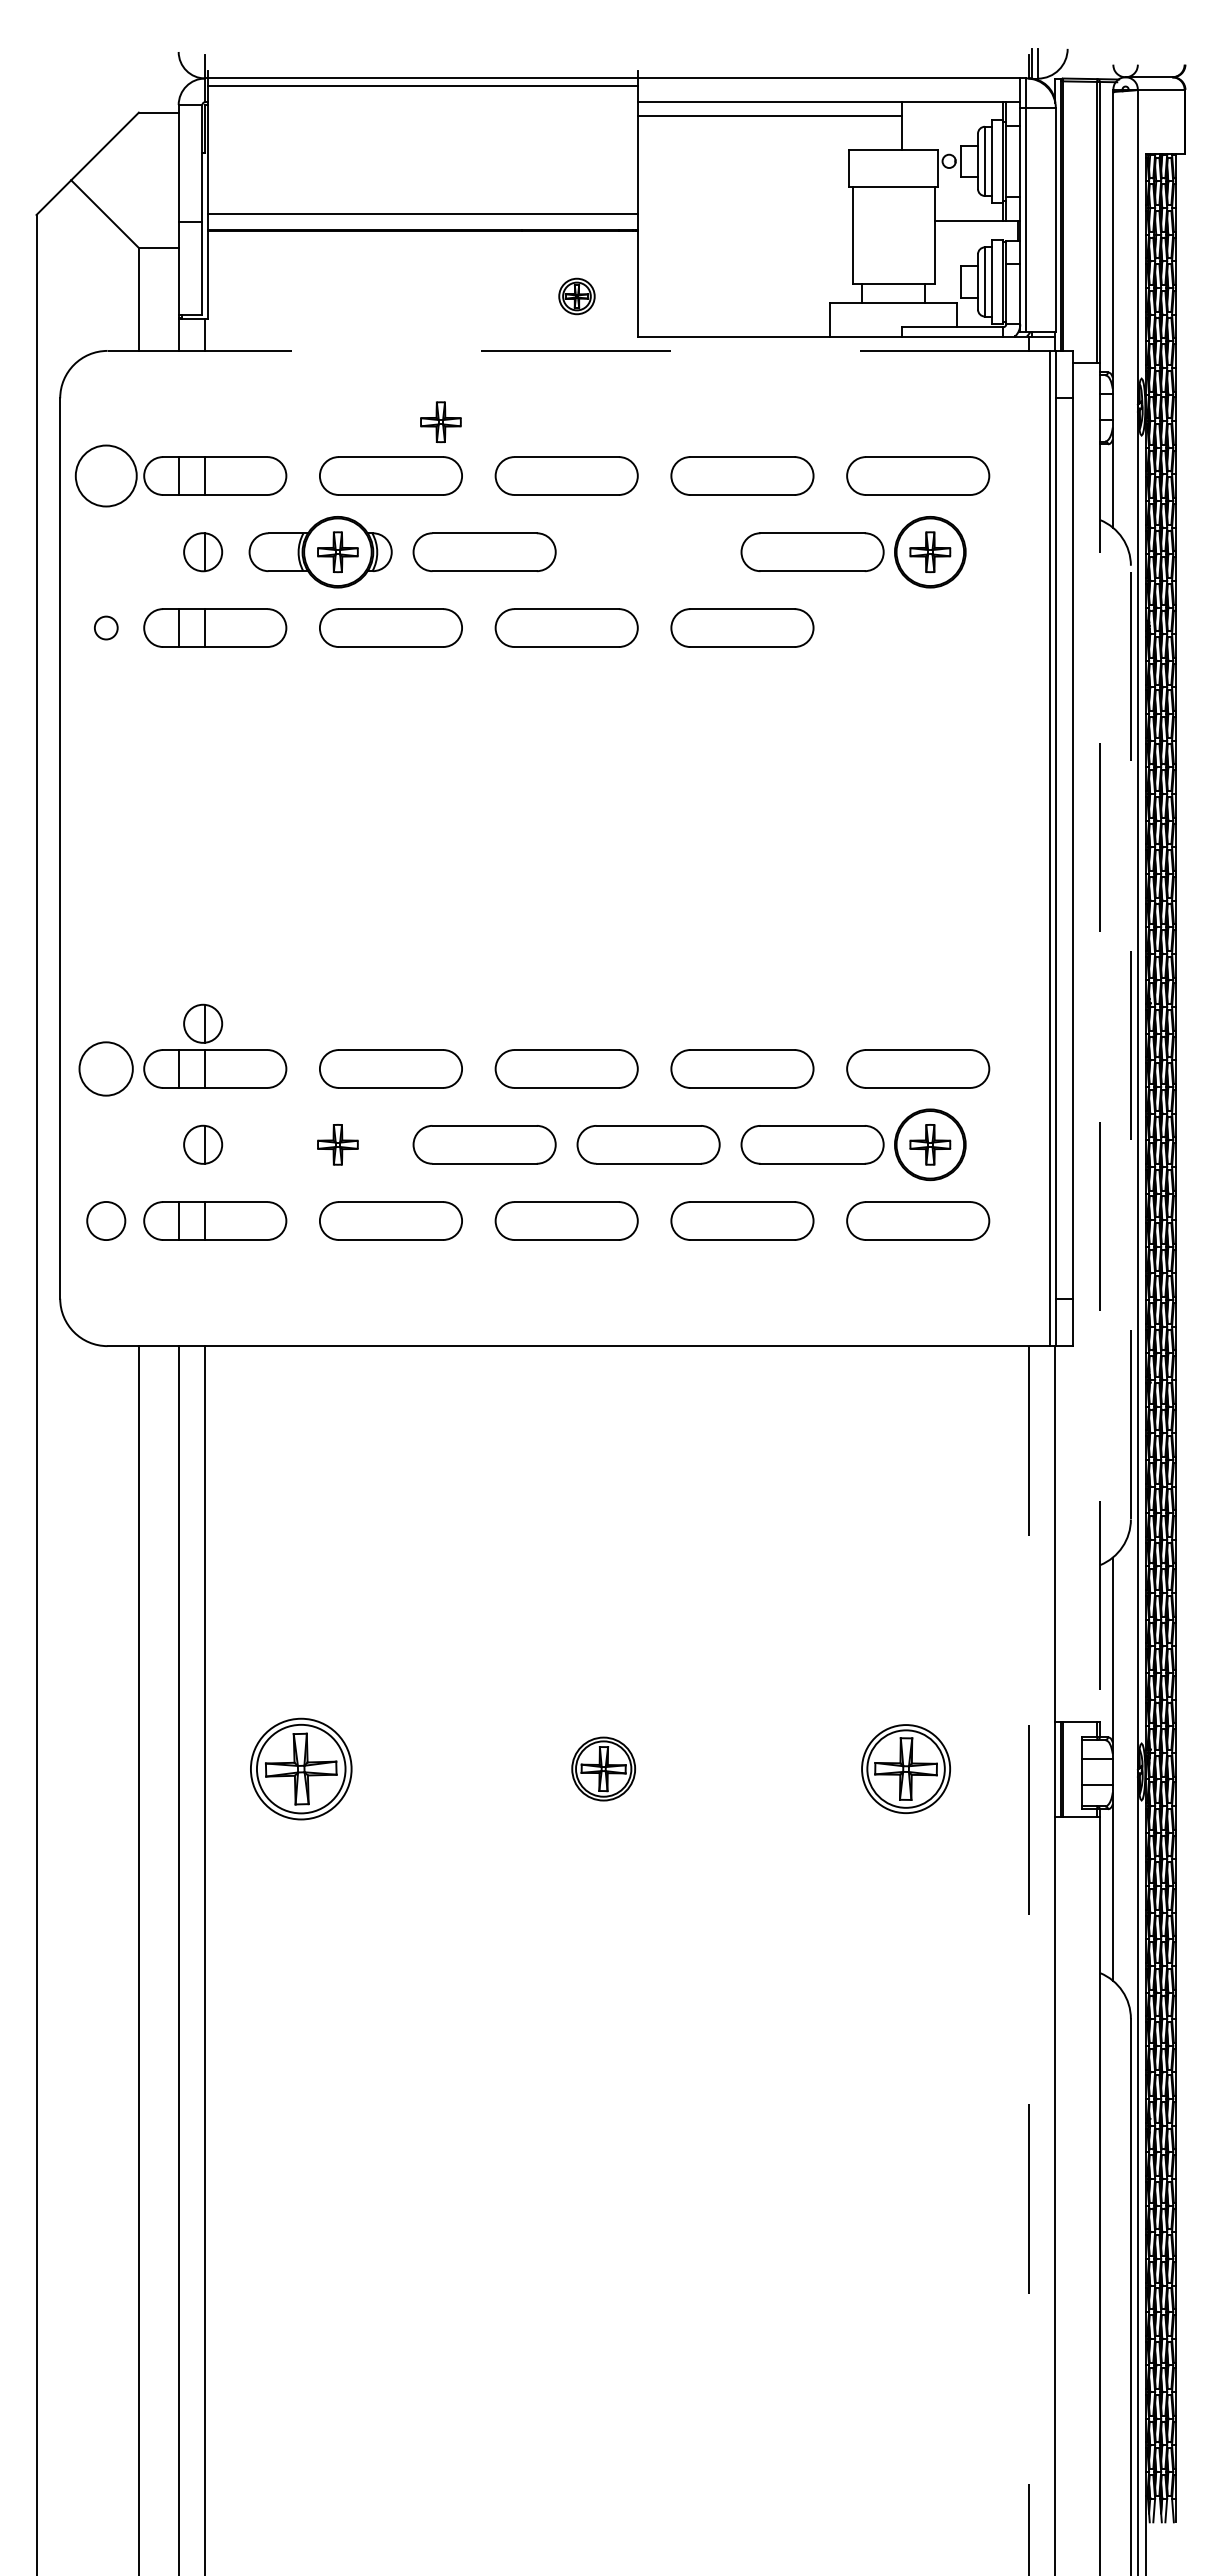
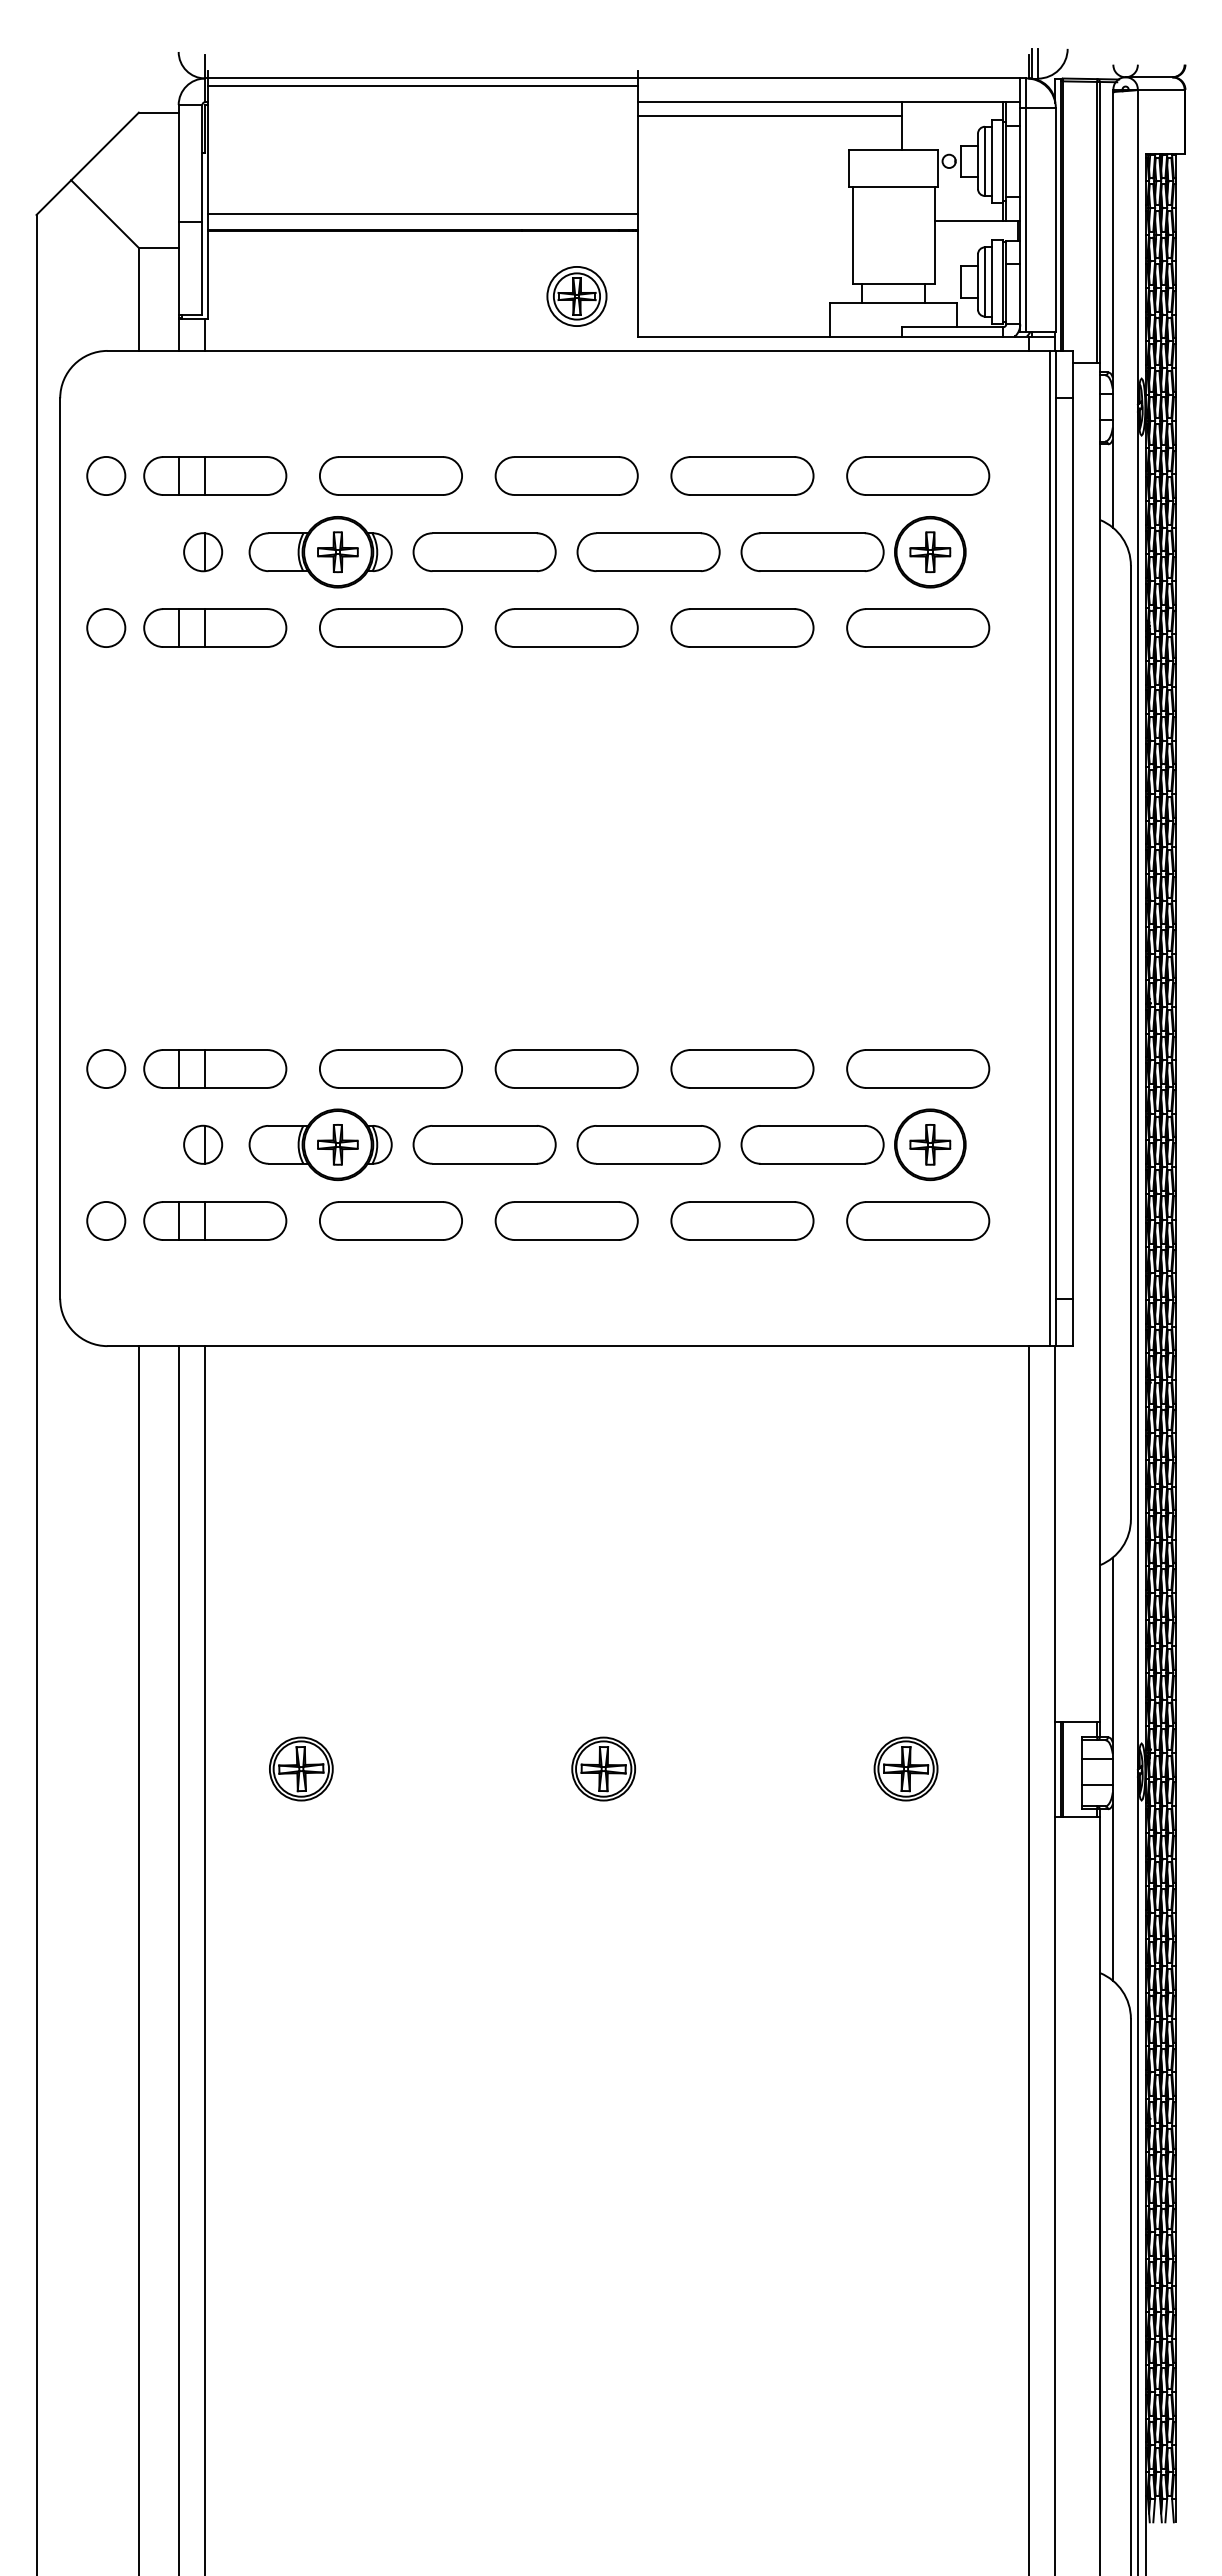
part at (576, 296) size: 38x39 px -> 62x61 px
line at (578, 350): dashed -> solid
part at (440, 422): present -> none
circle at (105, 475) diameter: 61 px -> 38 px
part at (648, 552): none -> present
circle at (105, 627) diameter: 23 px -> 38 px
part at (918, 627): none -> present
part at (203, 1023): present -> none
line at (1130, 1042): dashed -> solid
line at (1100, 1043): dashed -> solid
circle at (105, 1068) size: 56x56 px -> 41x40 px
part at (320, 1144): none -> present
part at (301, 1768) size: 103x104 px -> 65x66 px
part at (905, 1768) size: 90x90 px -> 66x66 px
line at (1028, 1961): dashed -> solid
